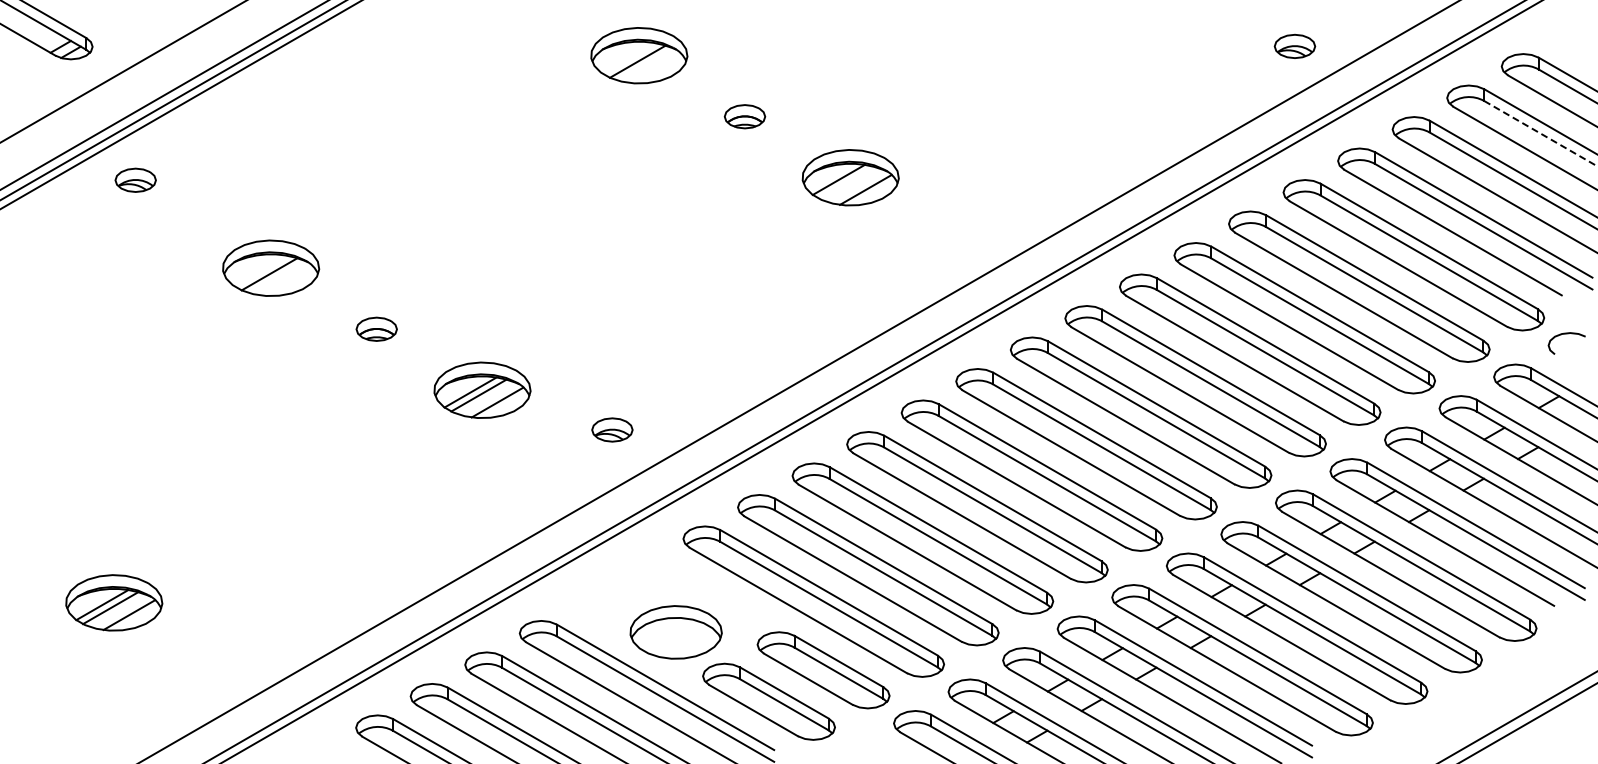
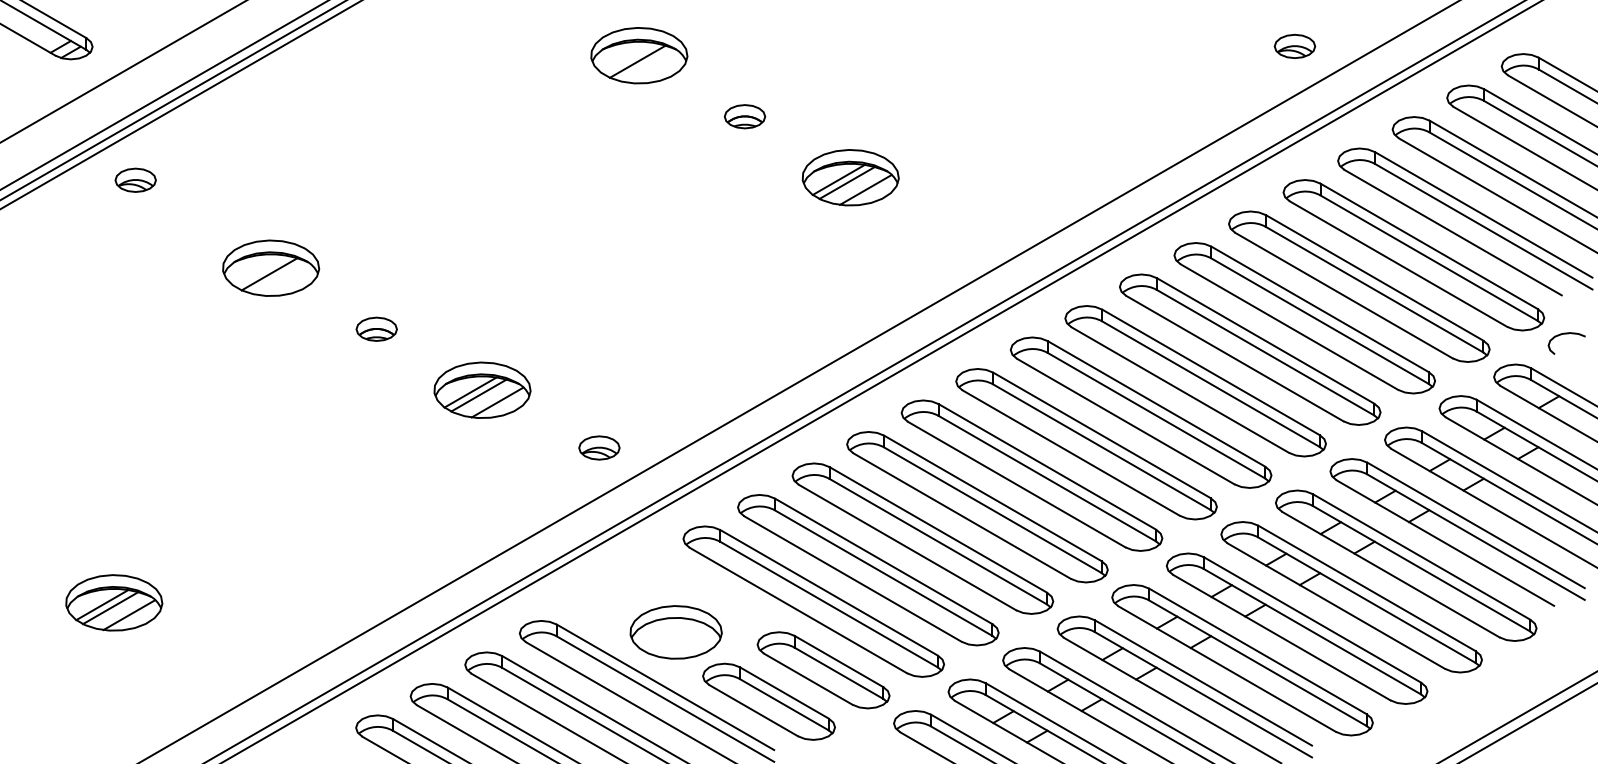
line at (1541, 134): dashed -> solid
line at (846, 182): none -> present
part at (612, 429) position: (612, 429) -> (599, 447)
